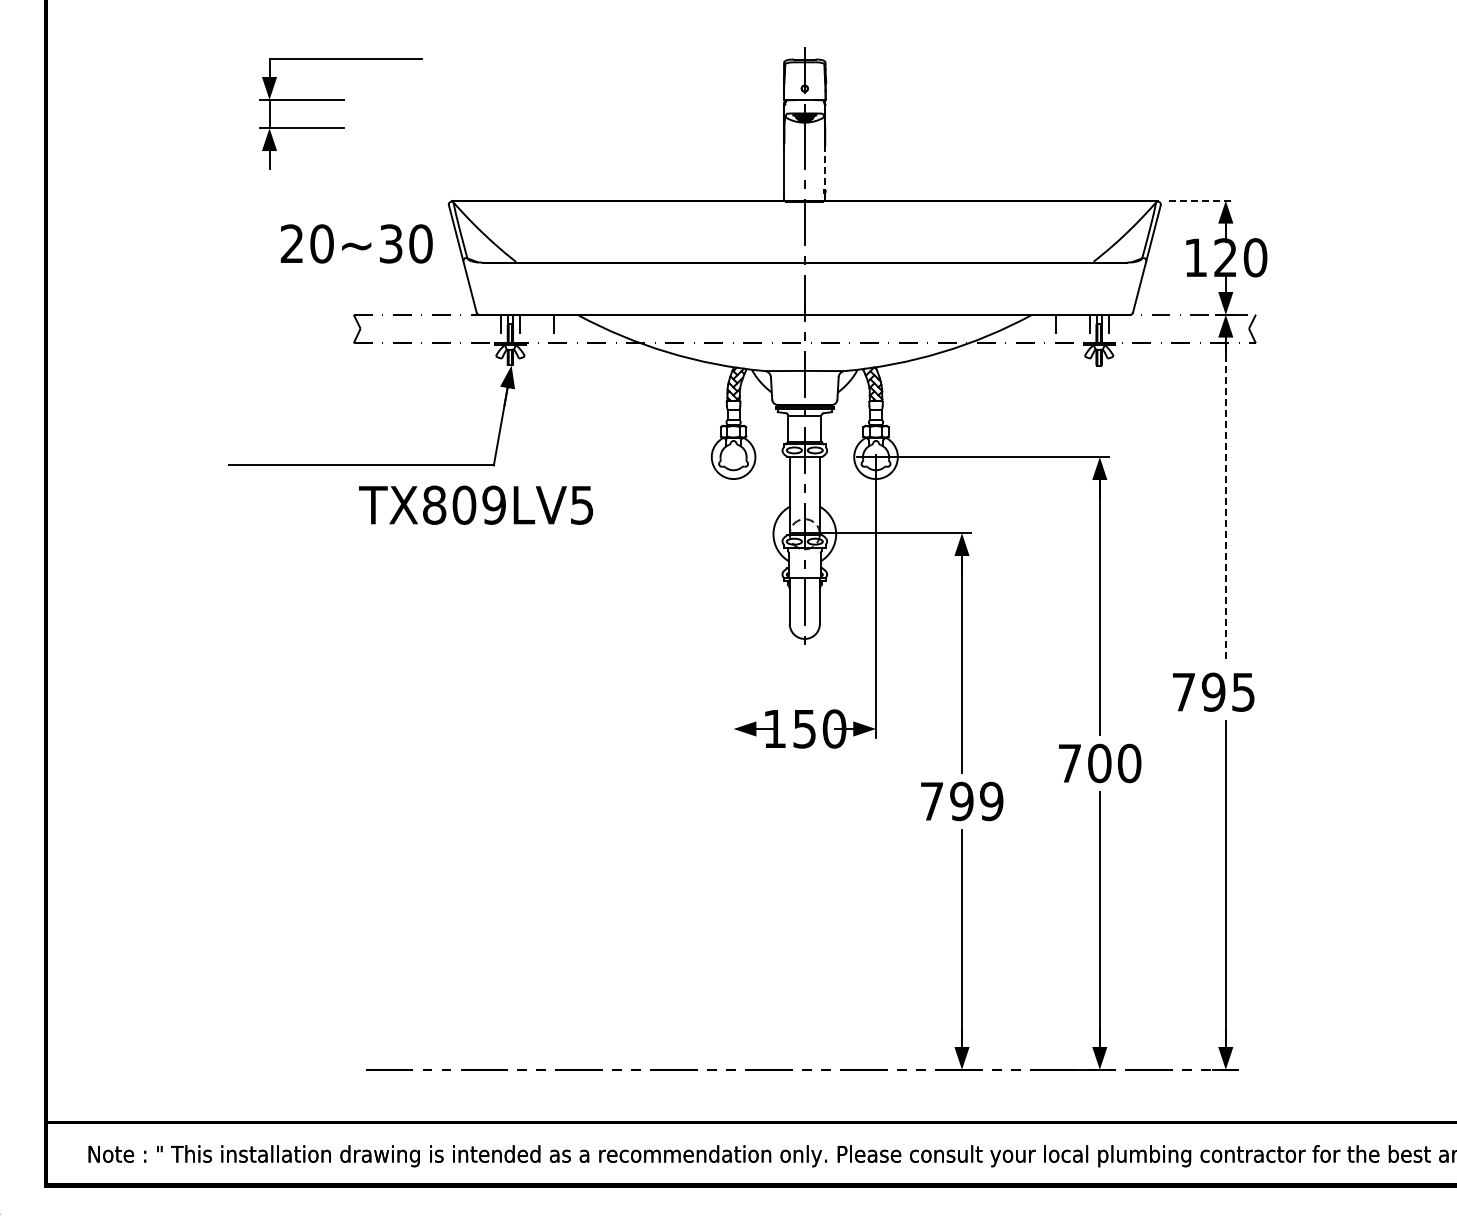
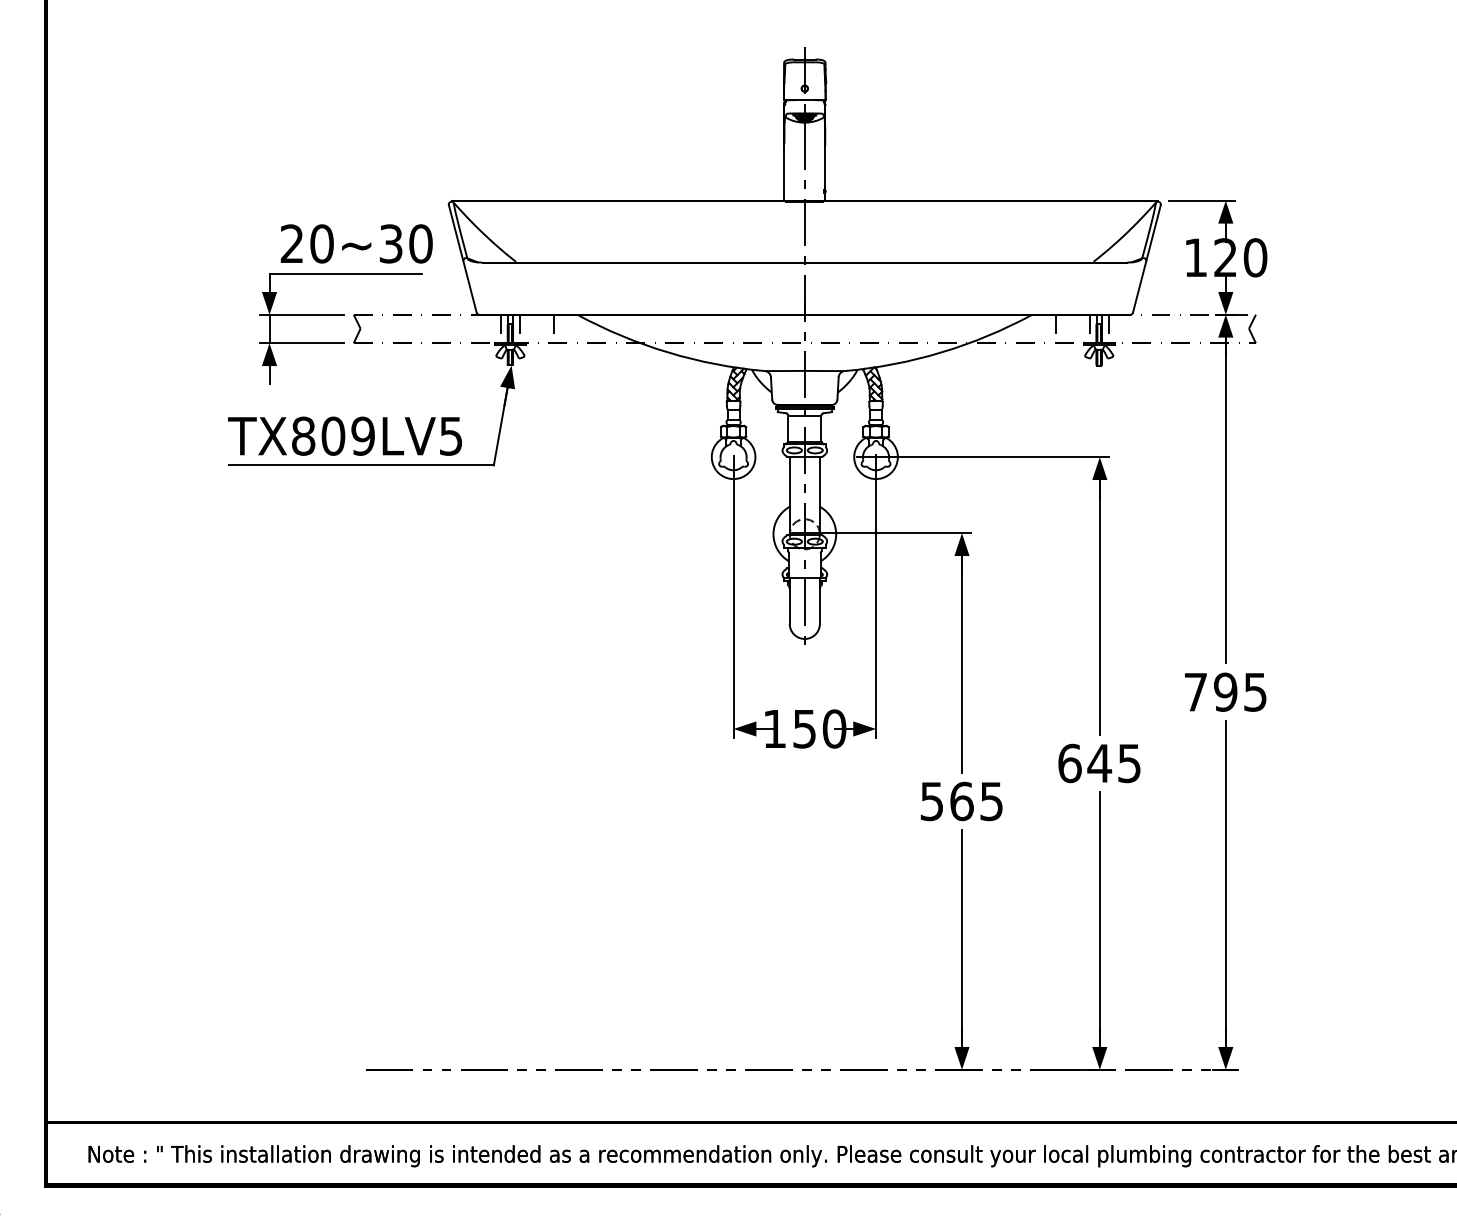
part at (340, 100) position: (340, 100) -> (340, 315)
line at (825, 171): dashed -> solid
line at (1202, 200): dashed -> solid
line at (1225, 492): dashed -> solid
text at (475, 504) position: (475, 504) -> (344, 435)
line at (733, 596): none -> present
text at (1213, 691) position: (1213, 691) -> (1225, 691)
text at (1099, 763): 700 -> 645
text at (961, 801): 799 -> 565
